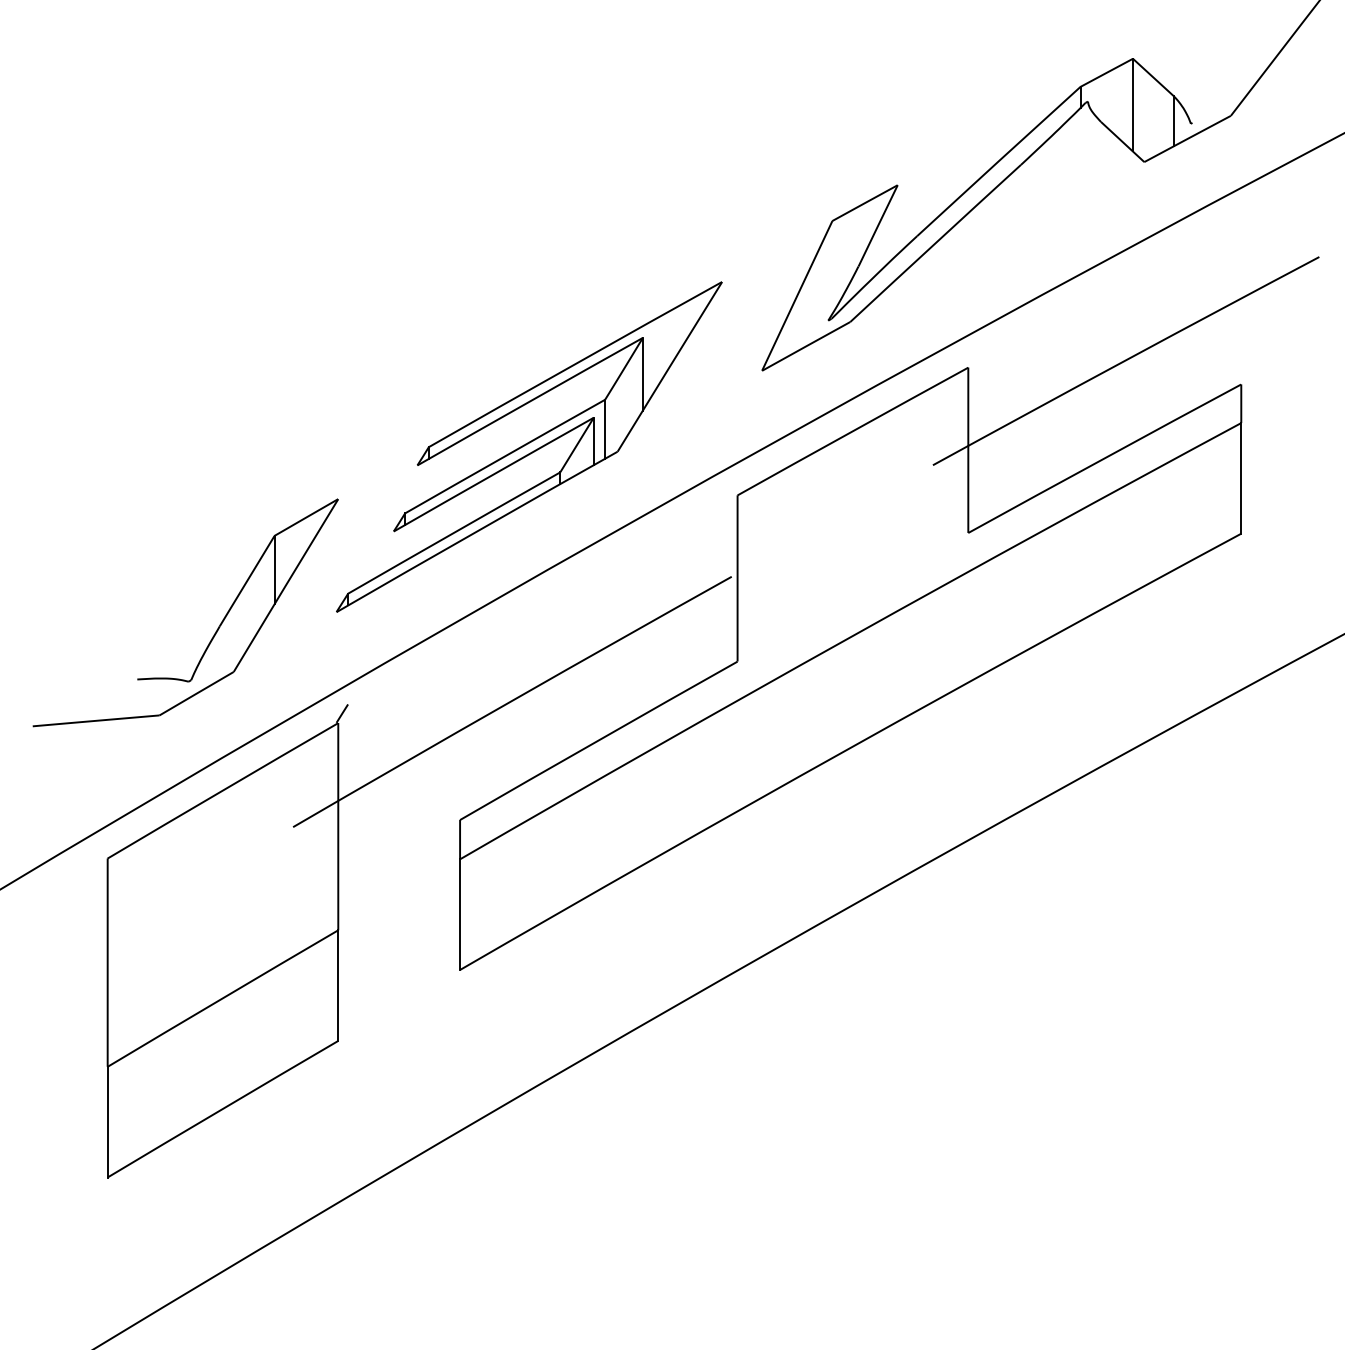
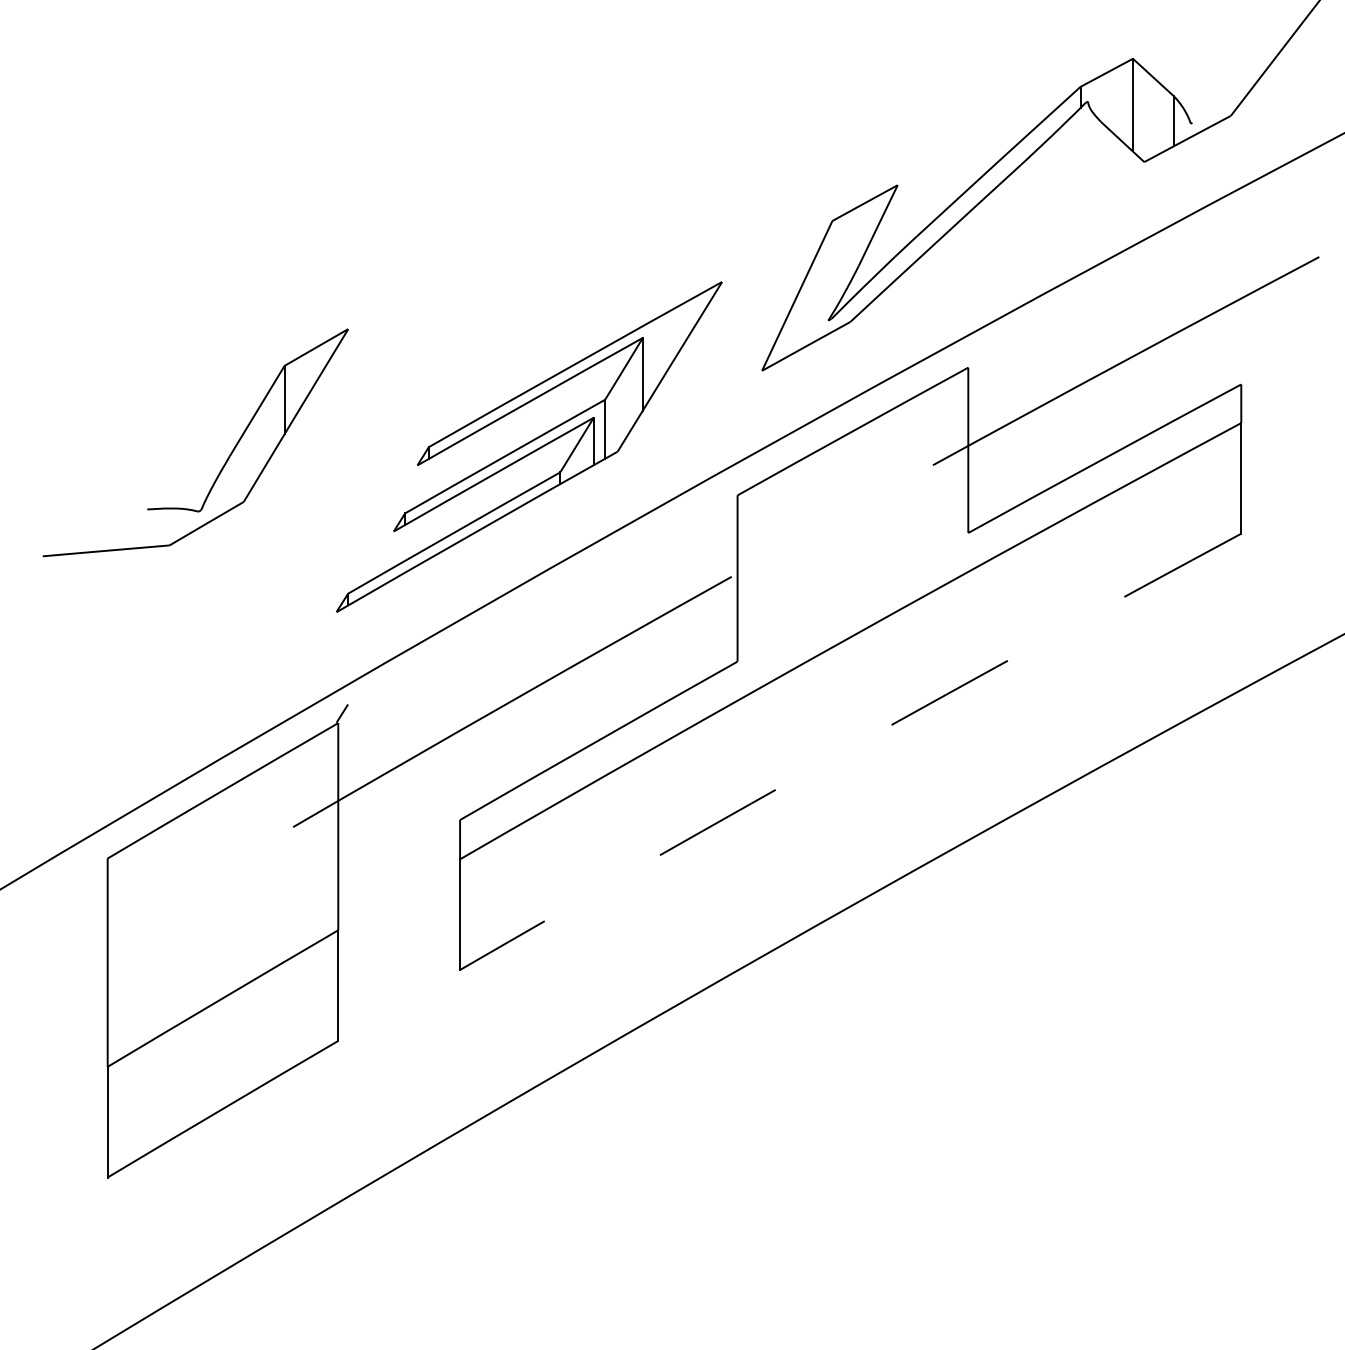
part at (216, 629) position: (216, 629) -> (226, 459)
arc at (848, 748): solid -> dashed
